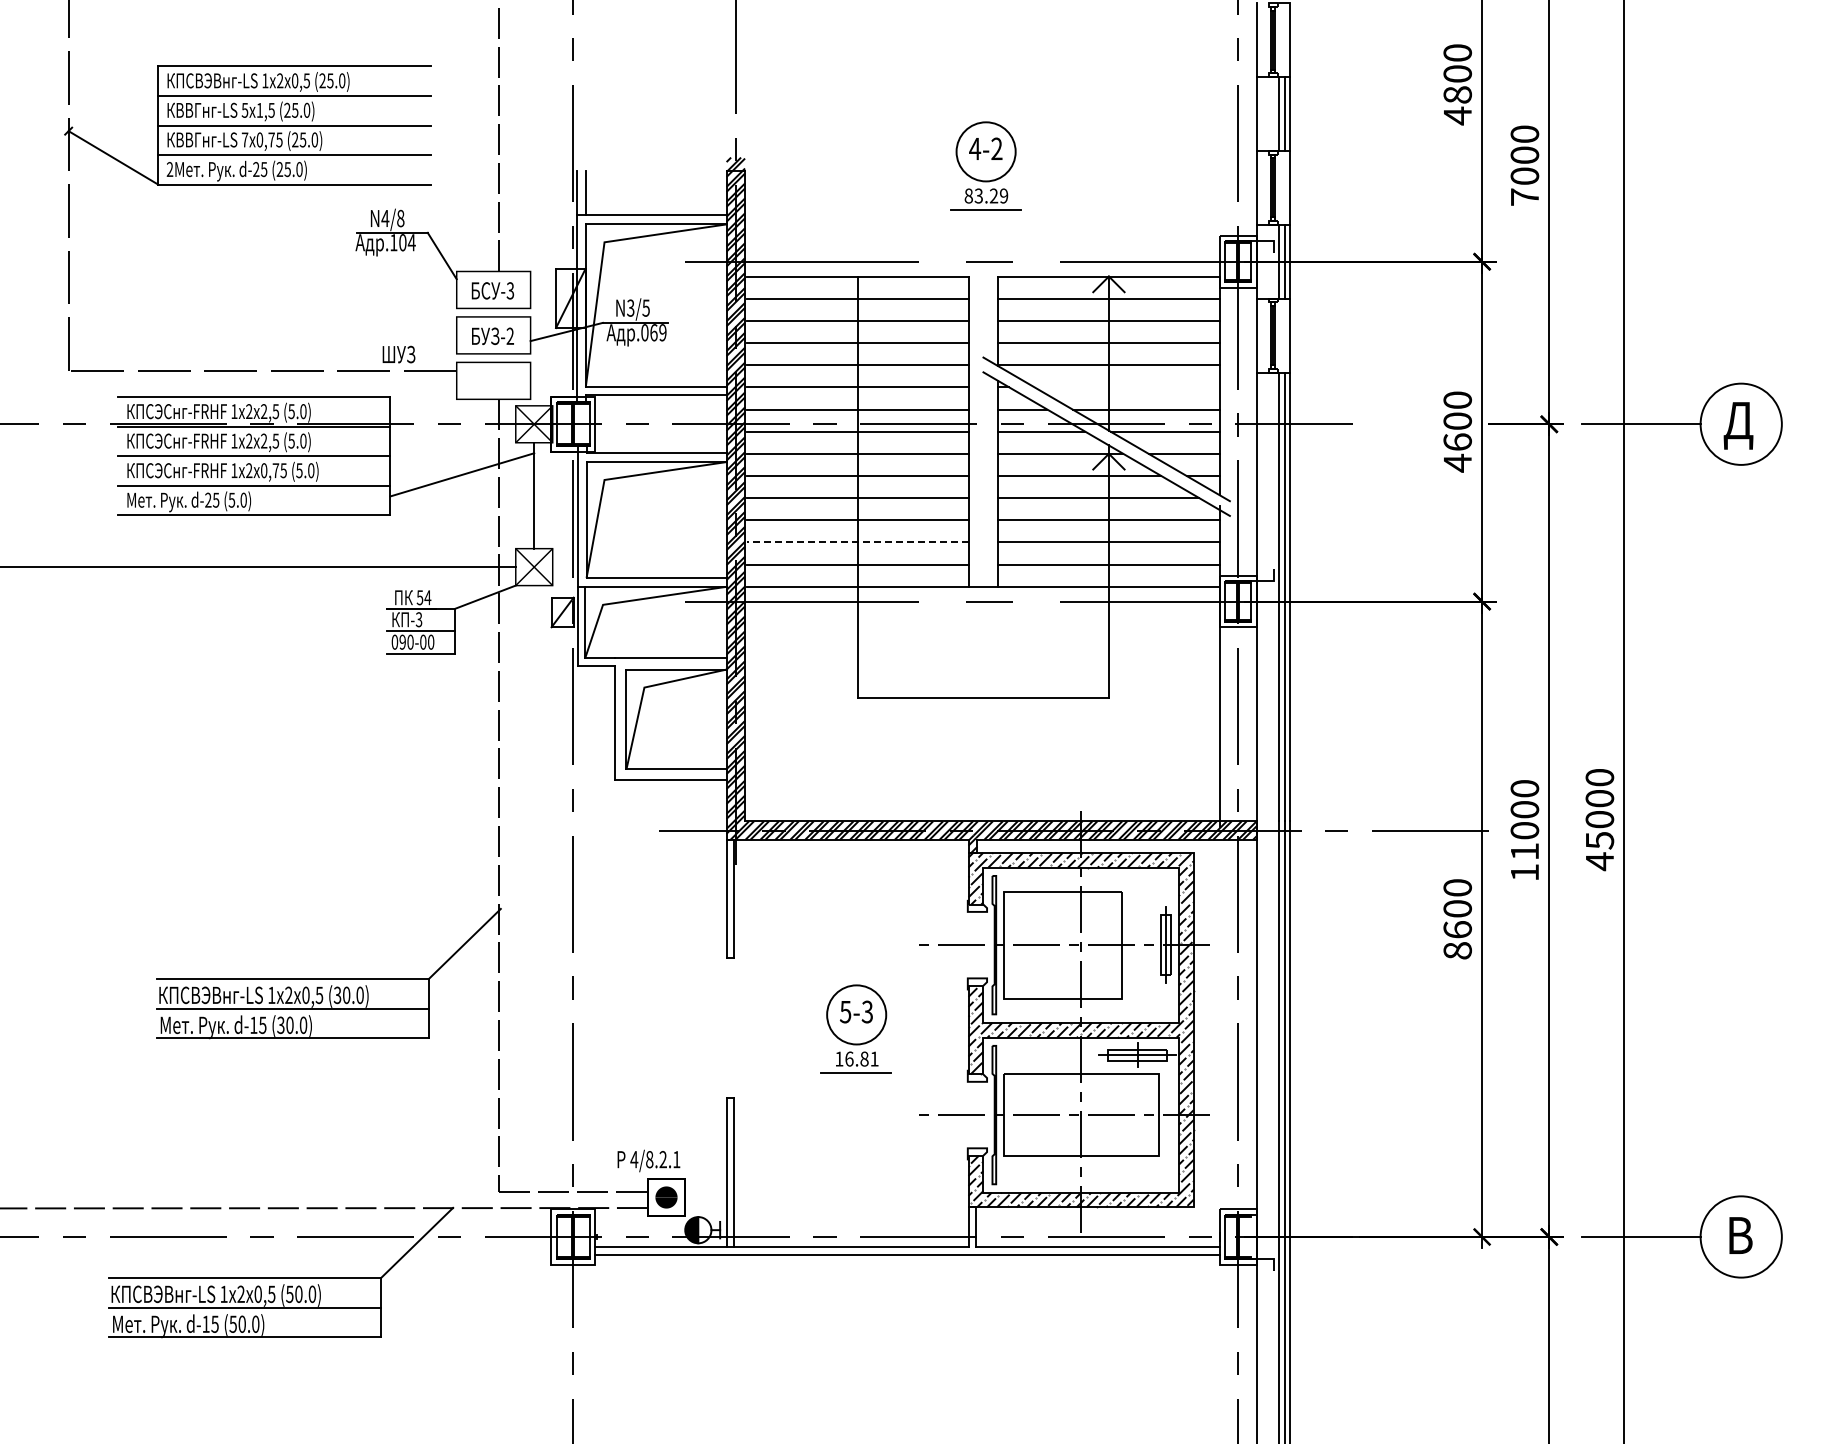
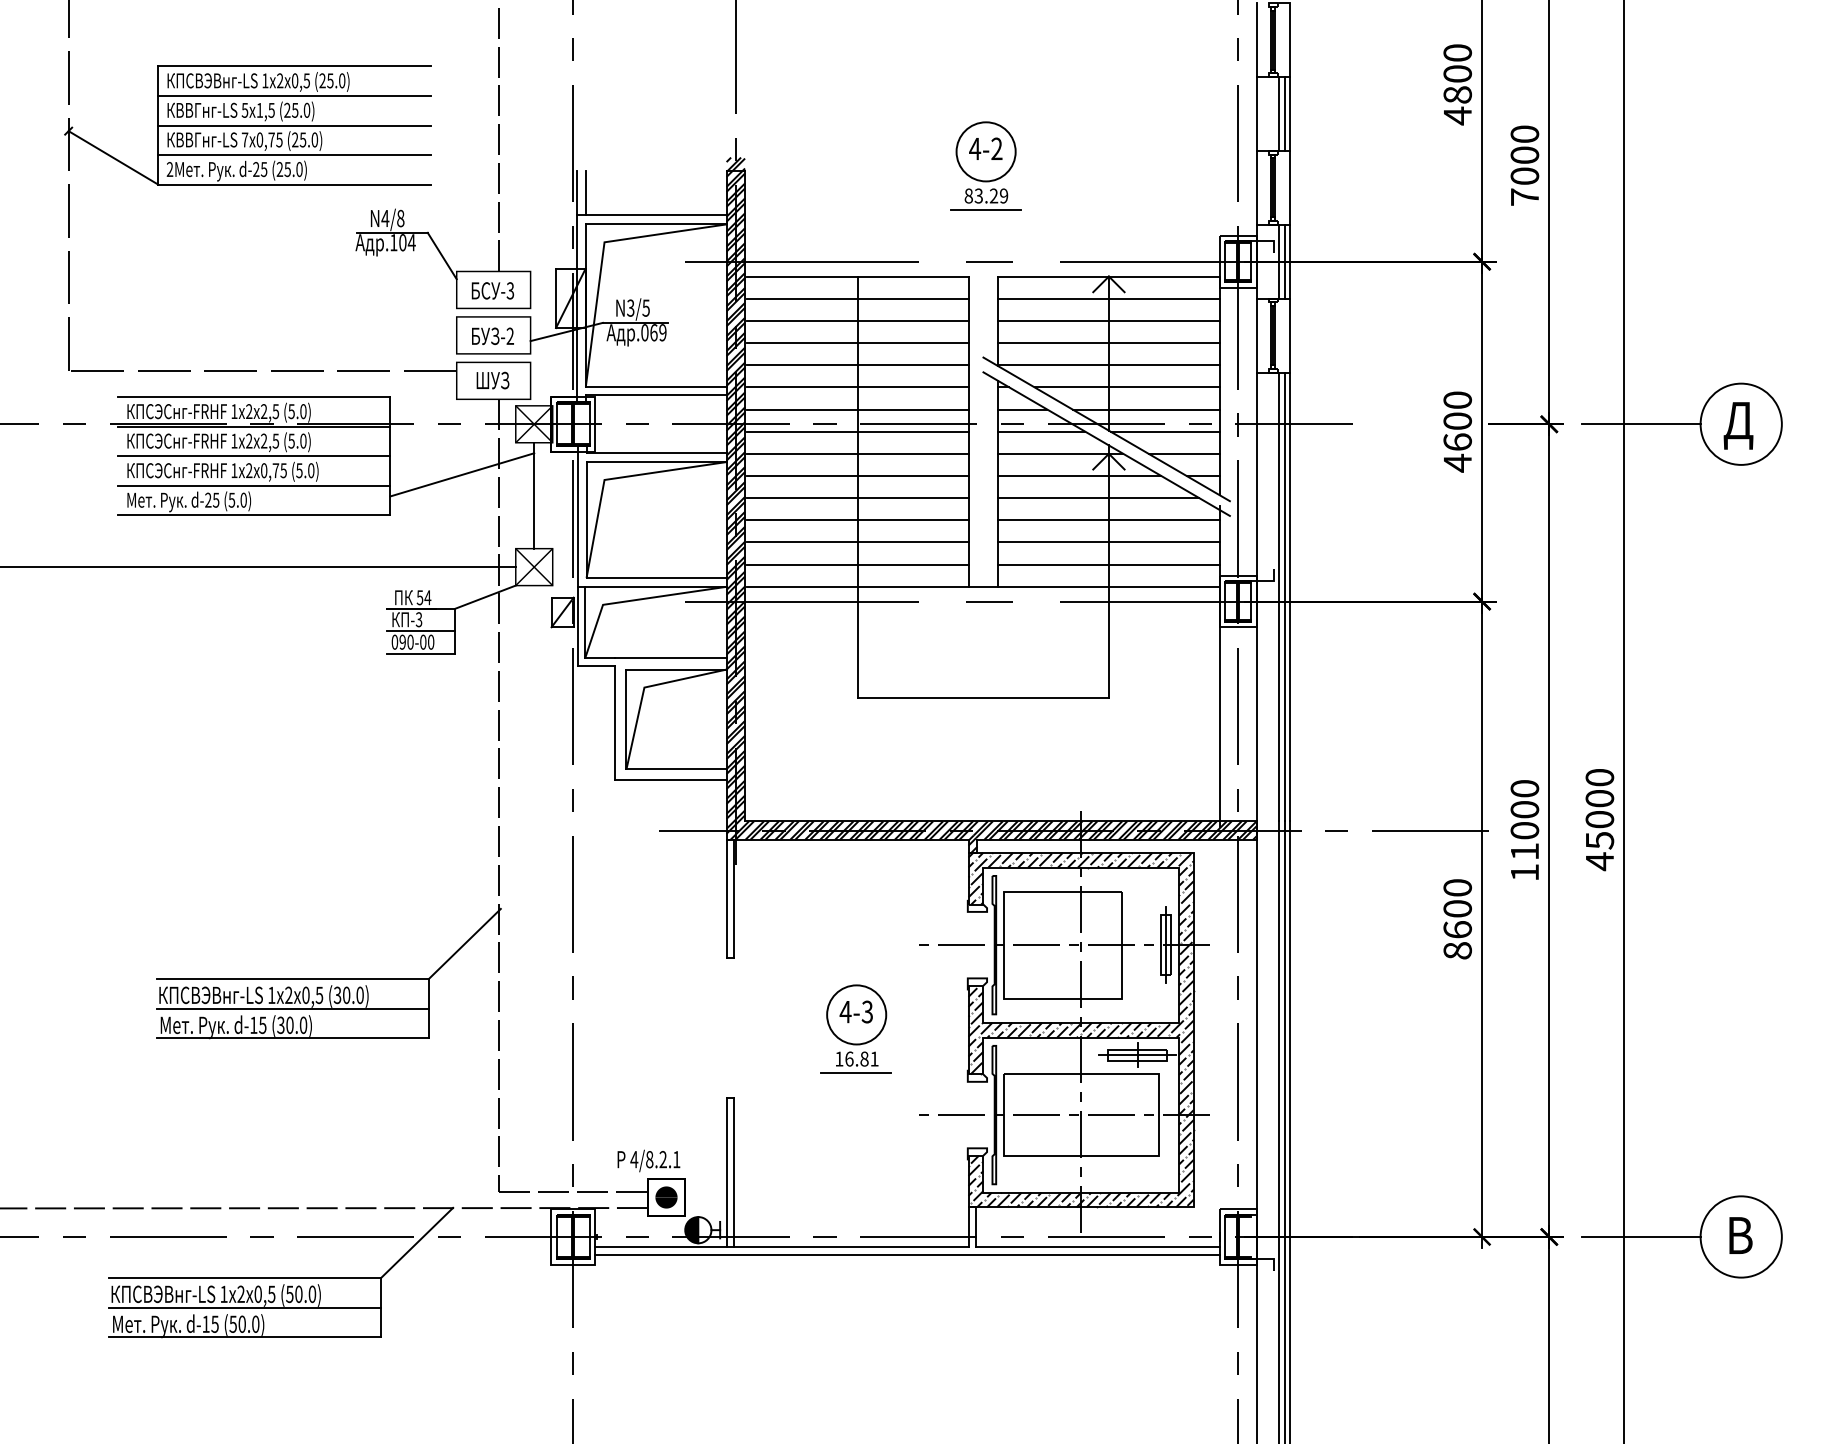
text at (398, 354) position: (398, 354) -> (492, 380)
line at (1126, 387): none -> present
line at (857, 542): dashed -> solid
text at (845, 1012): 5-3 -> 4-3
